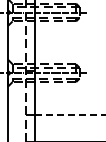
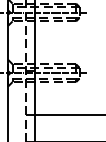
line at (70, 115): dashed -> solid
